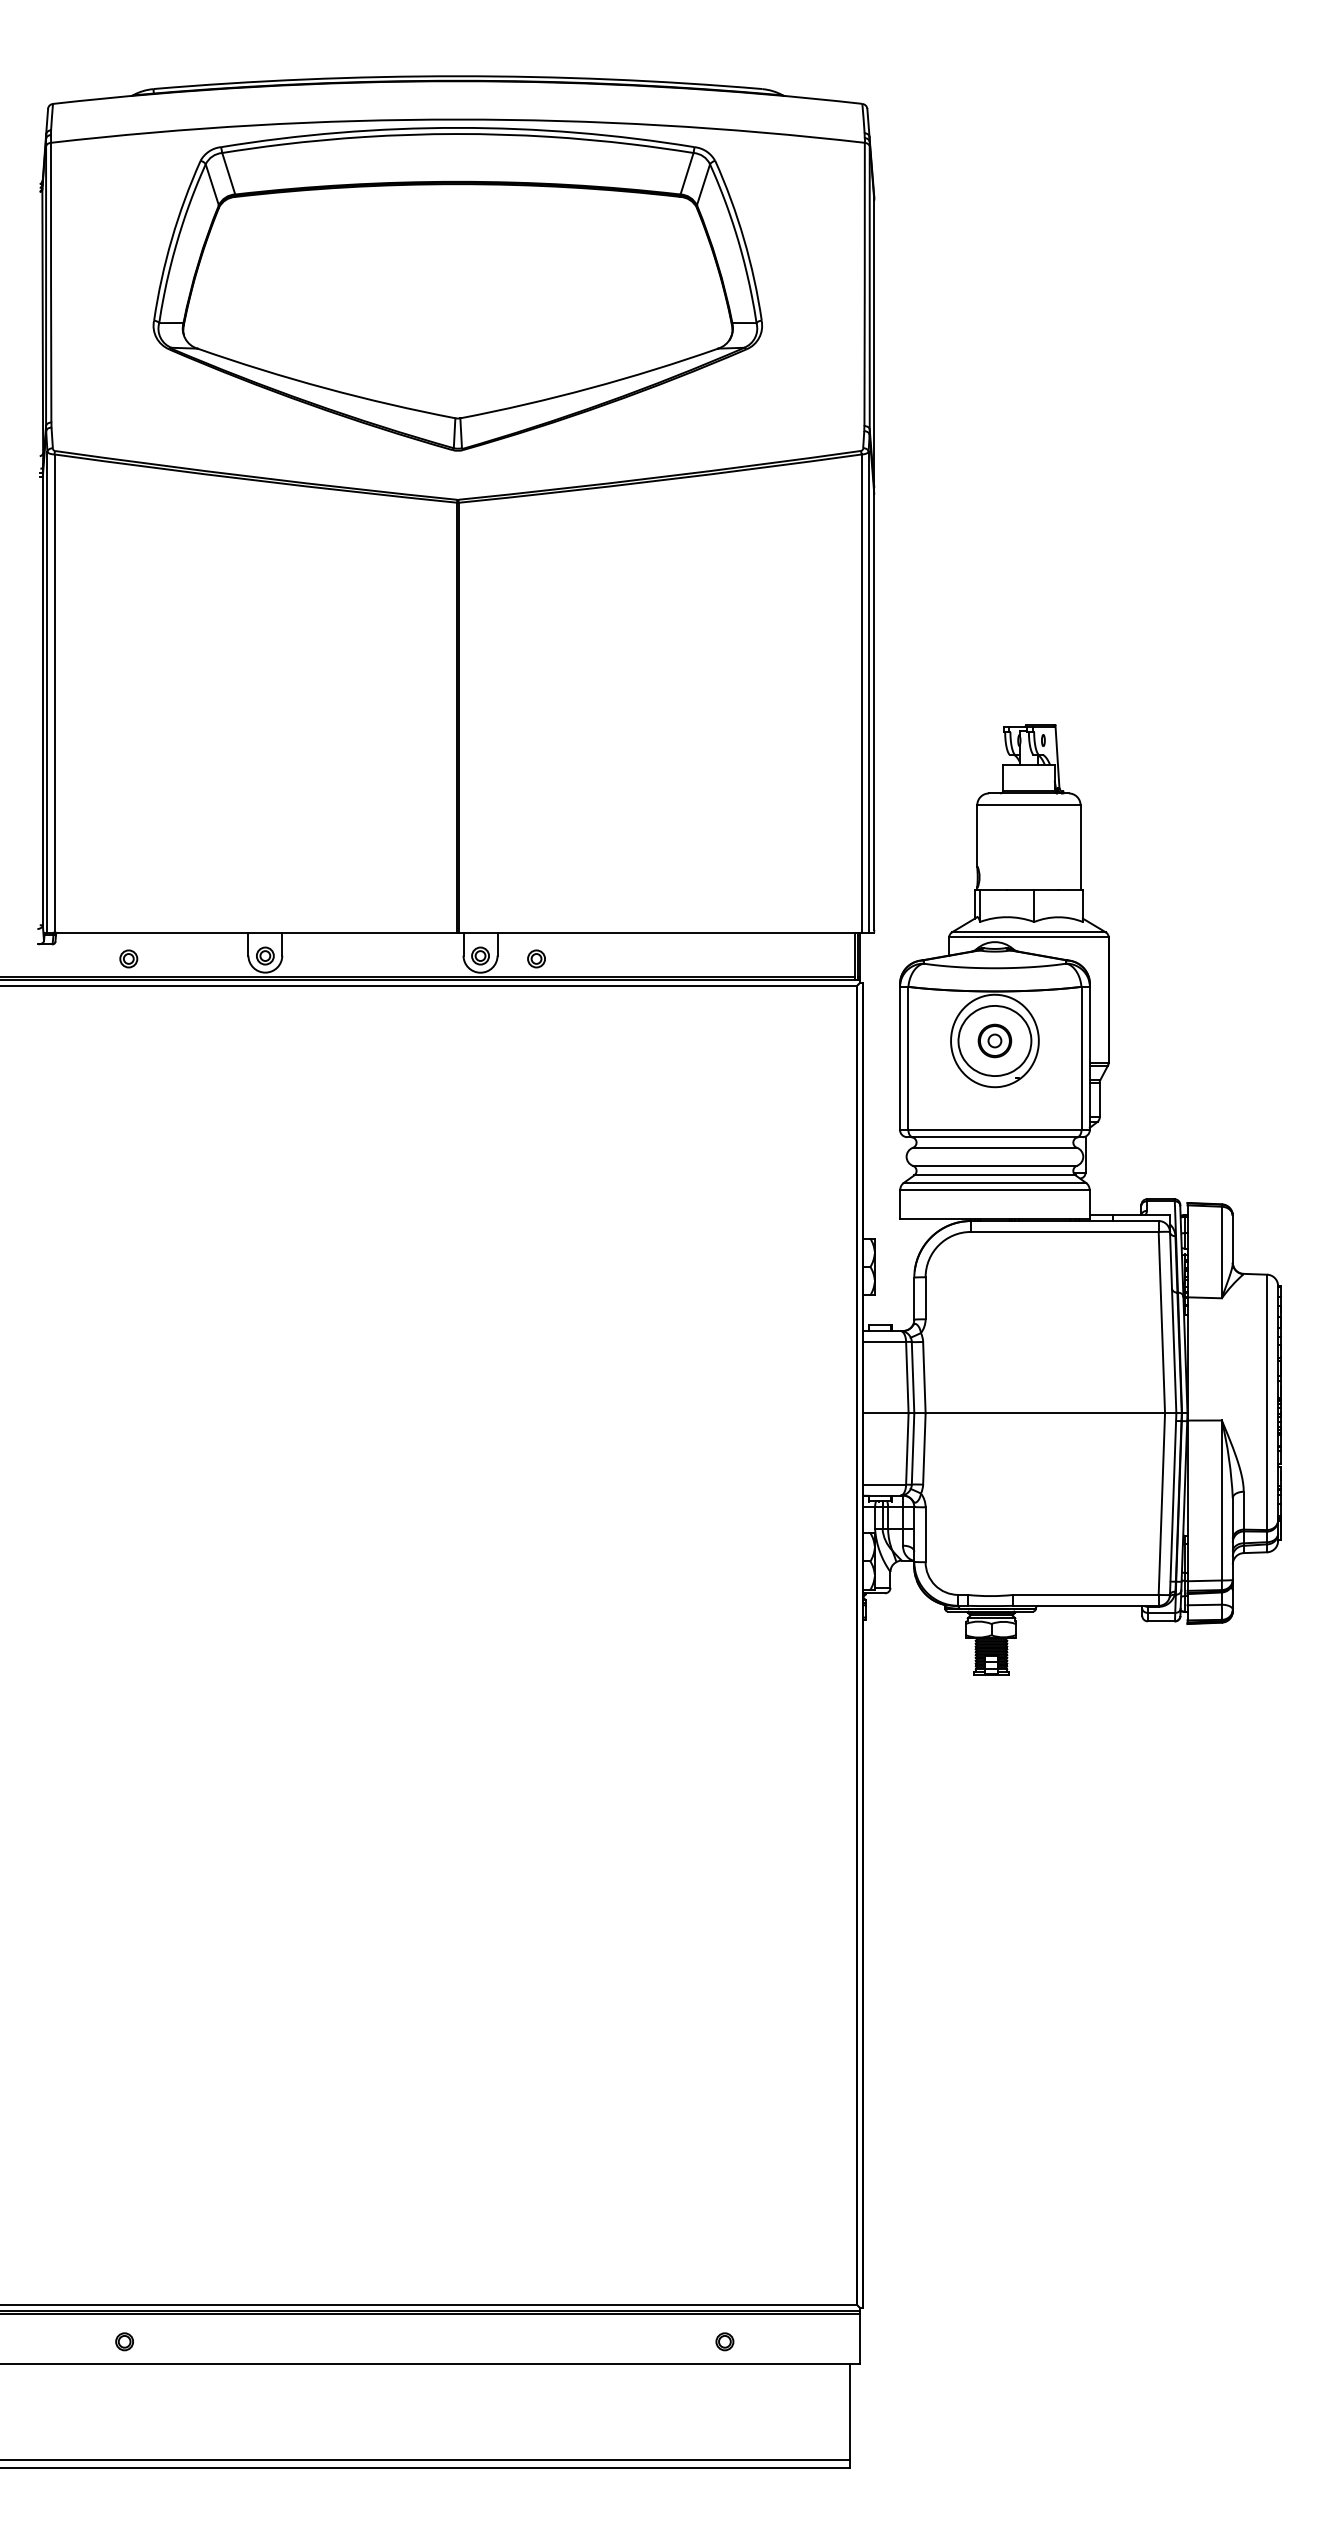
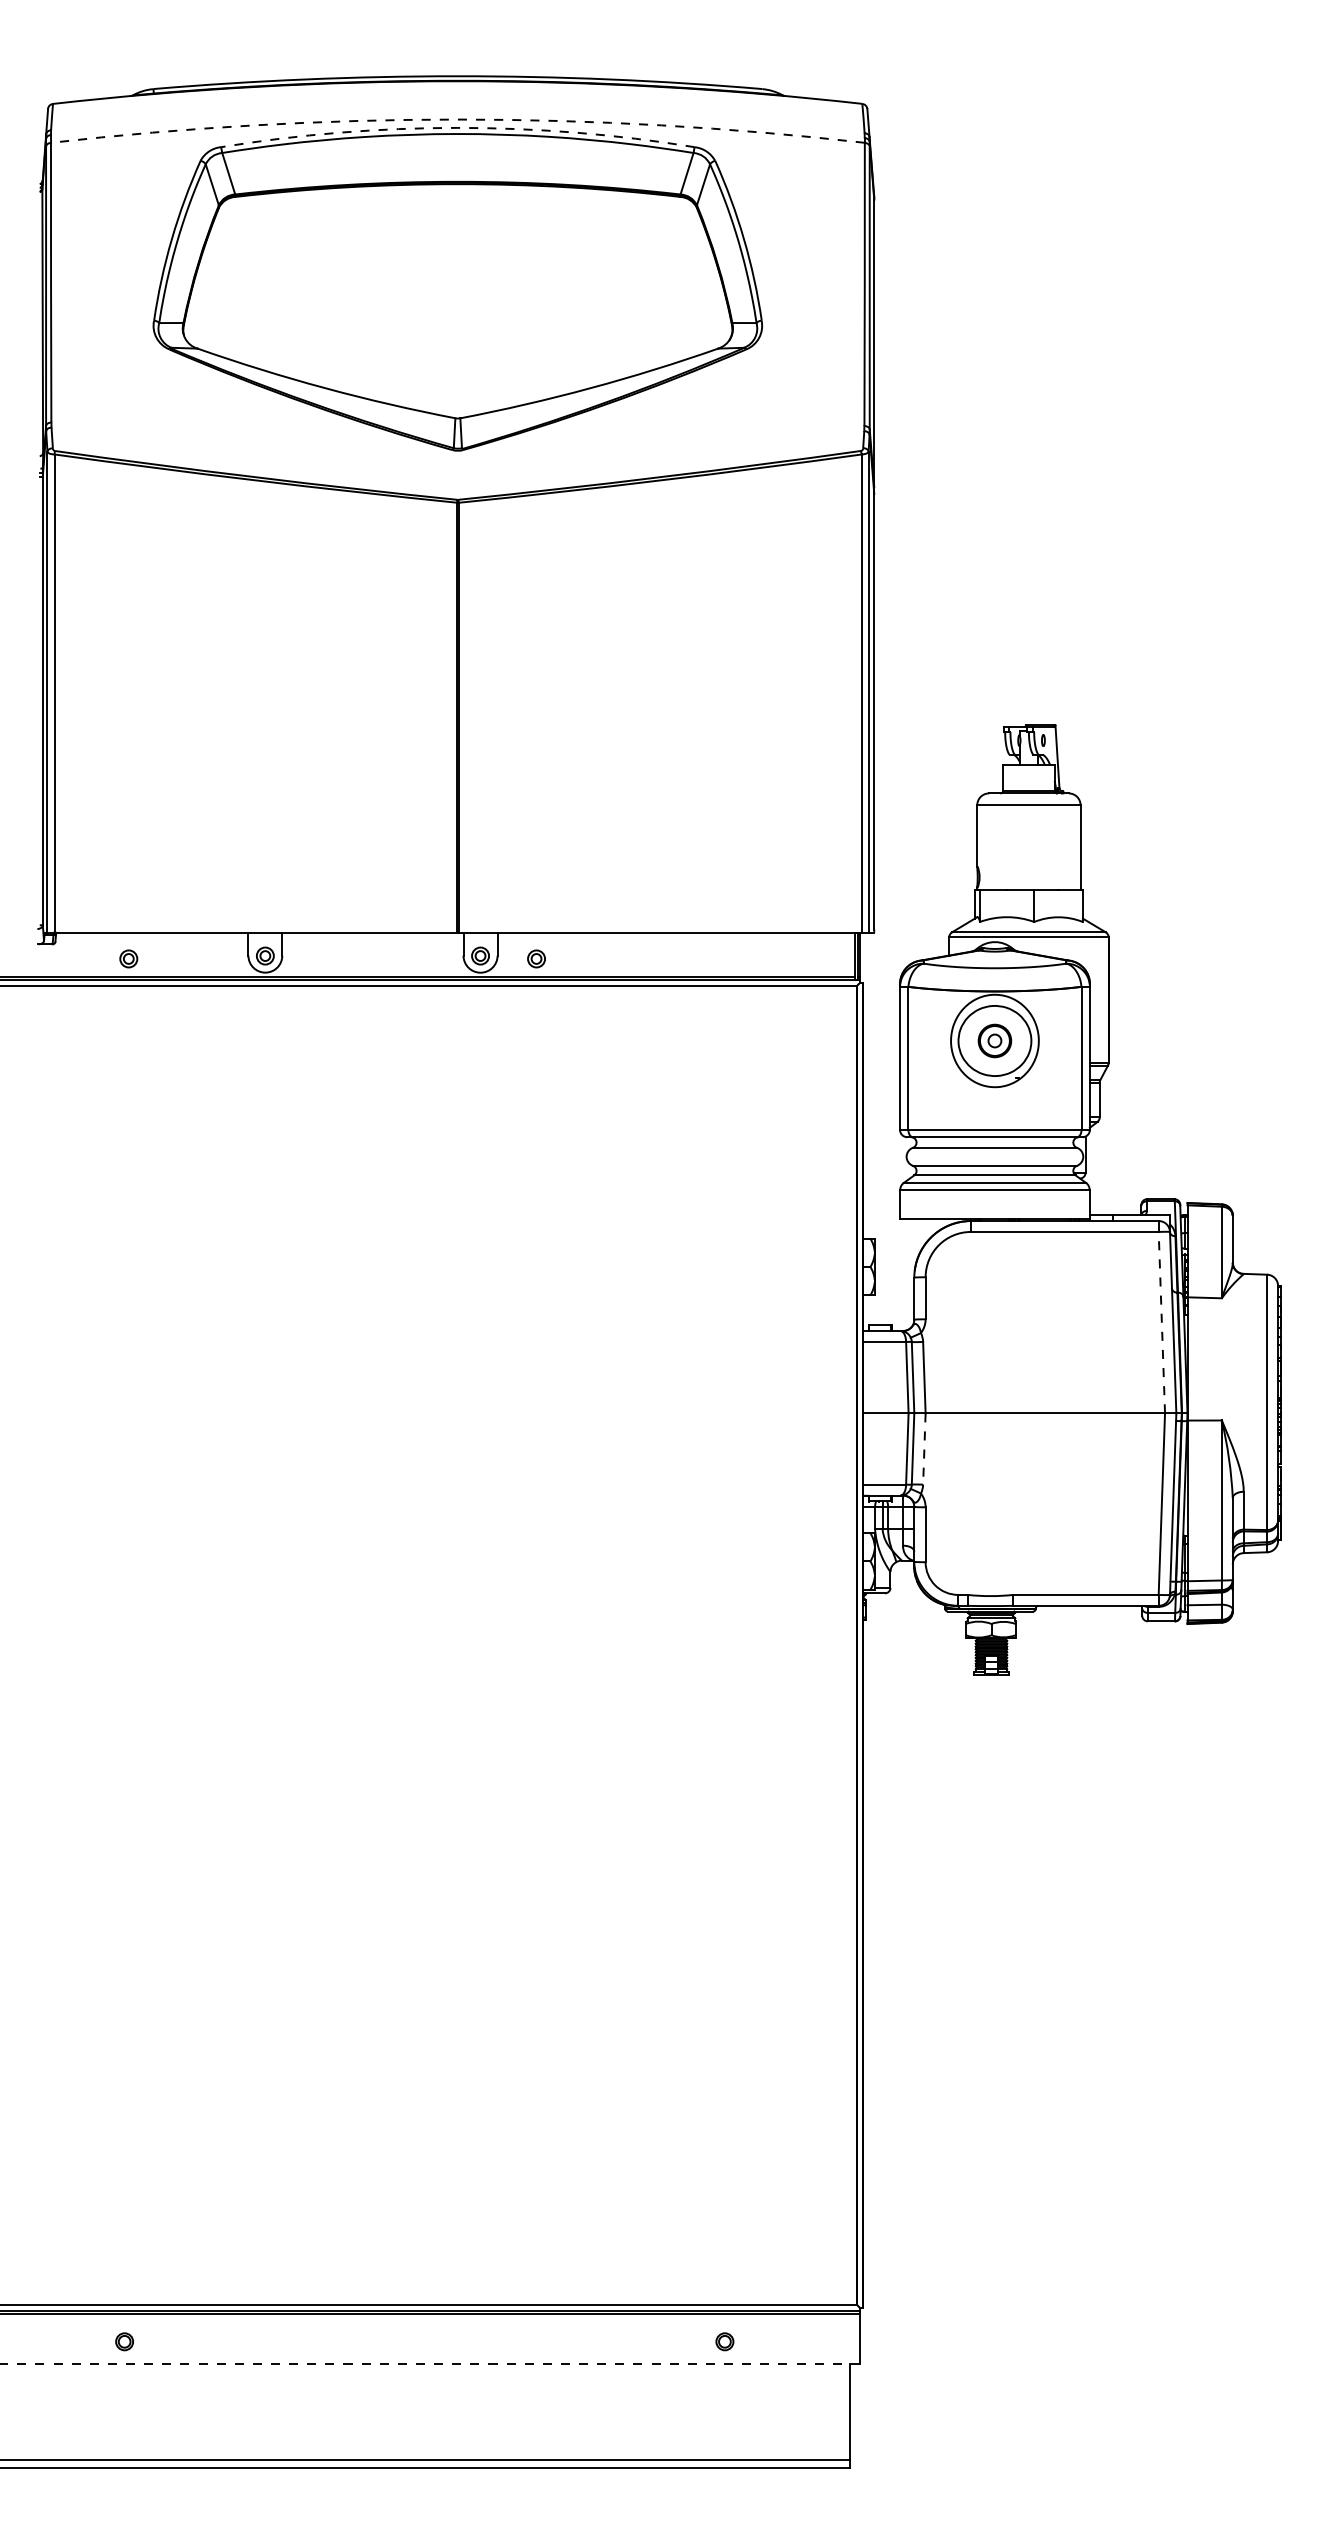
arc at (457, 119): solid -> dashed
arc at (457, 127): solid -> dashed
line at (1161, 1322): solid -> dashed
line at (924, 1448): solid -> dashed
line at (429, 2364): solid -> dashed
